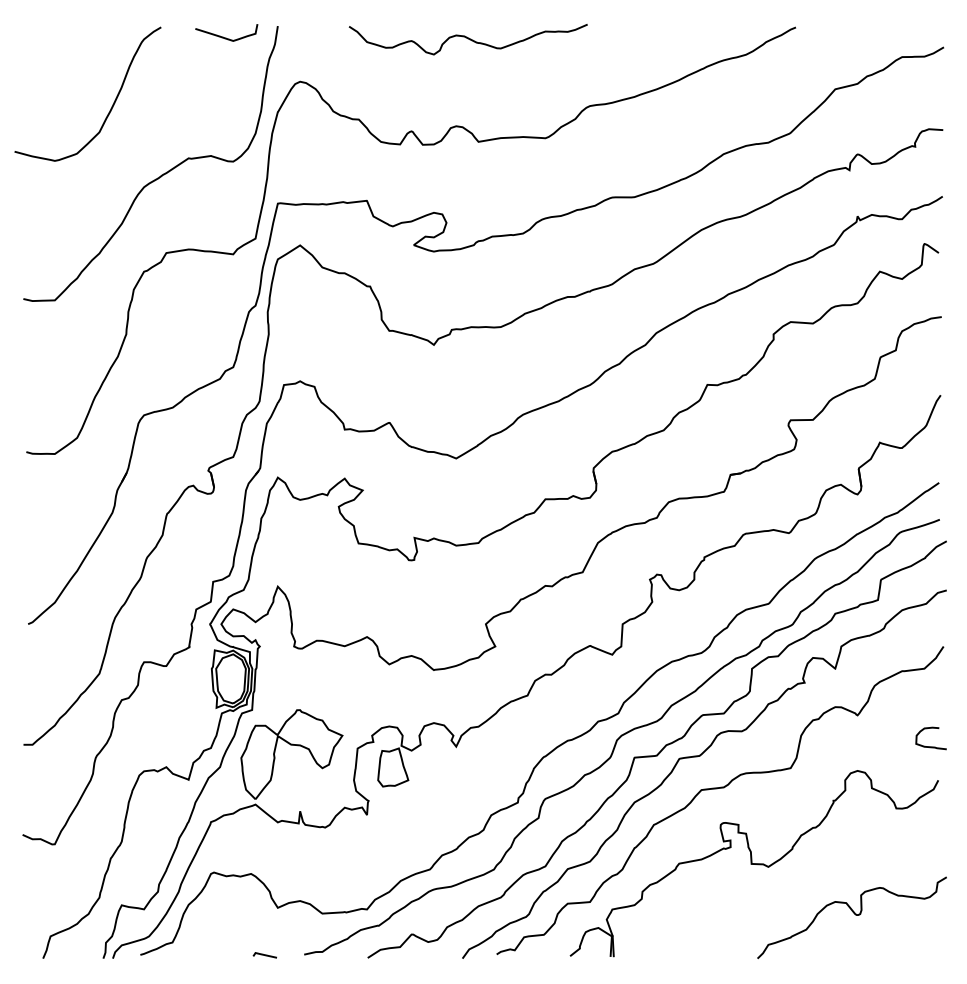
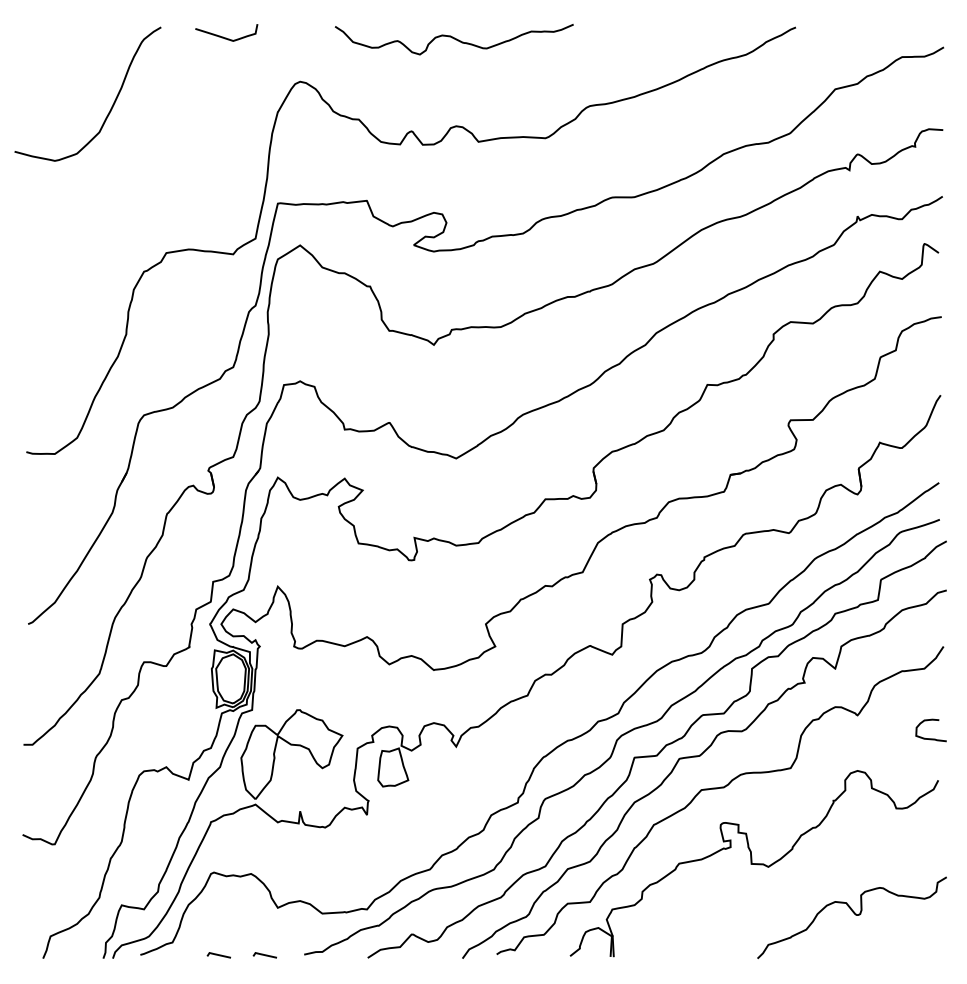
curve at (467, 38) position: (467, 38) -> (453, 38)
curve at (161, 174): present -> none
curve at (930, 746) position: (930, 746) -> (930, 738)
line at (218, 955): none -> present
